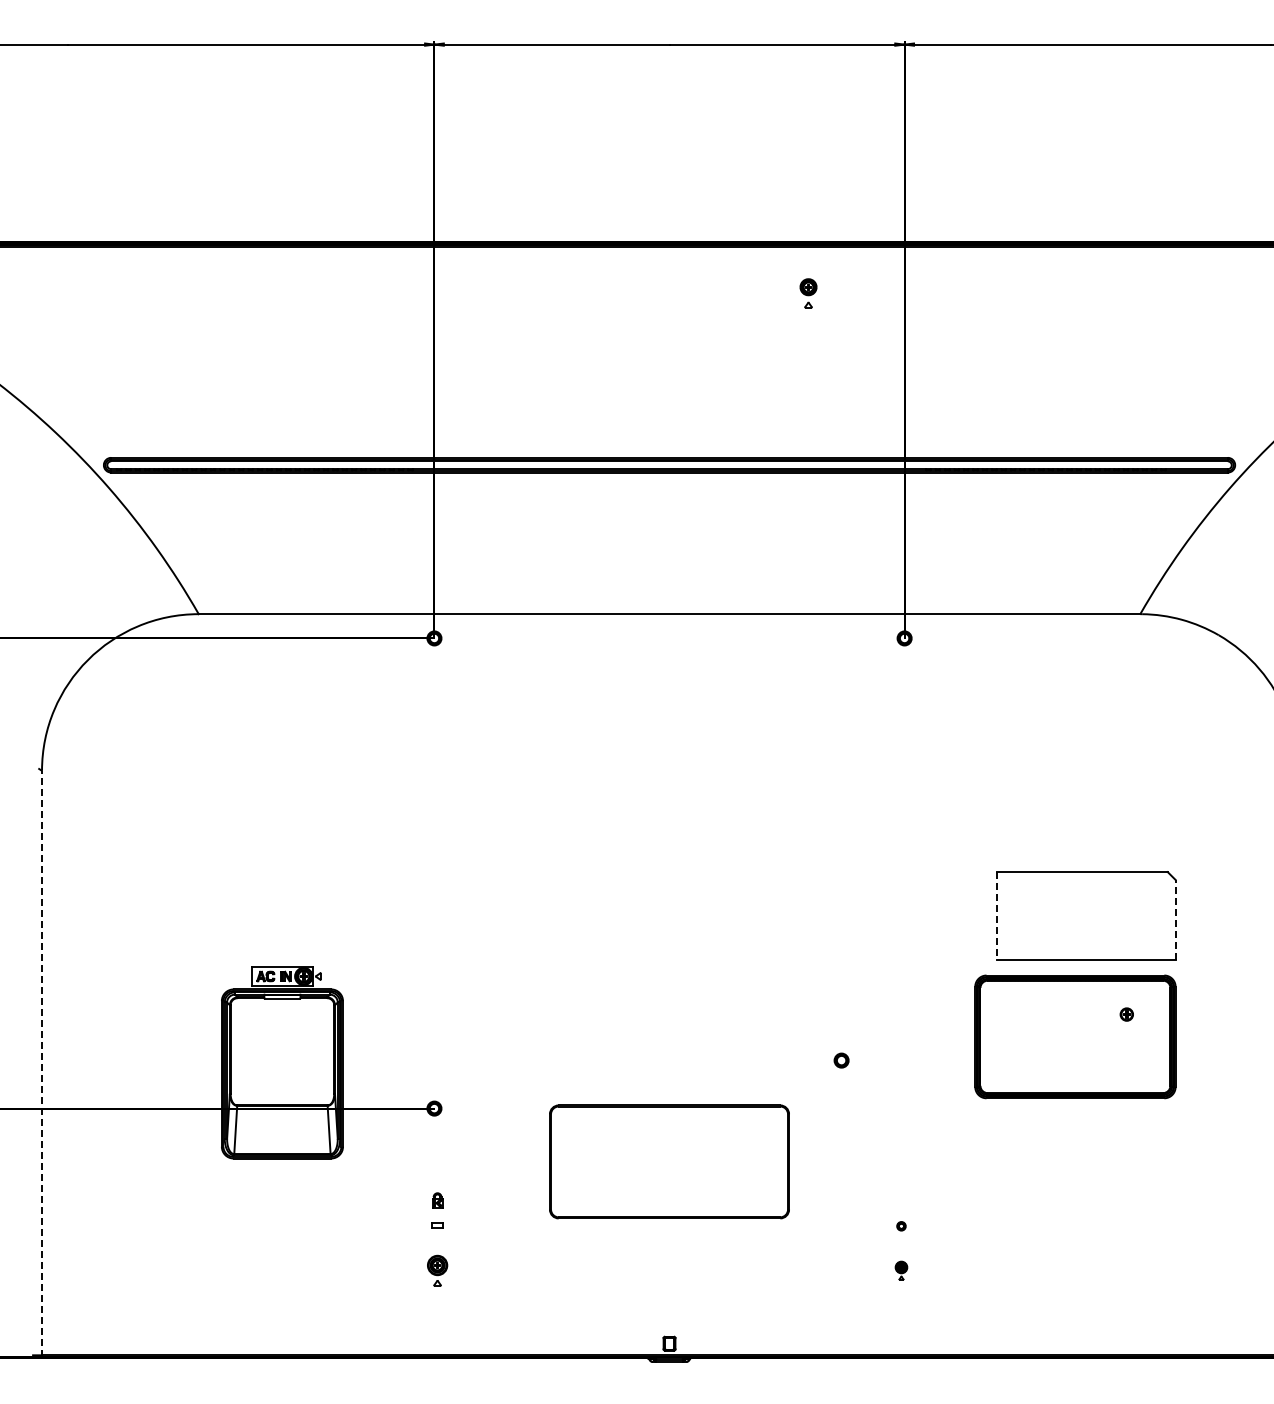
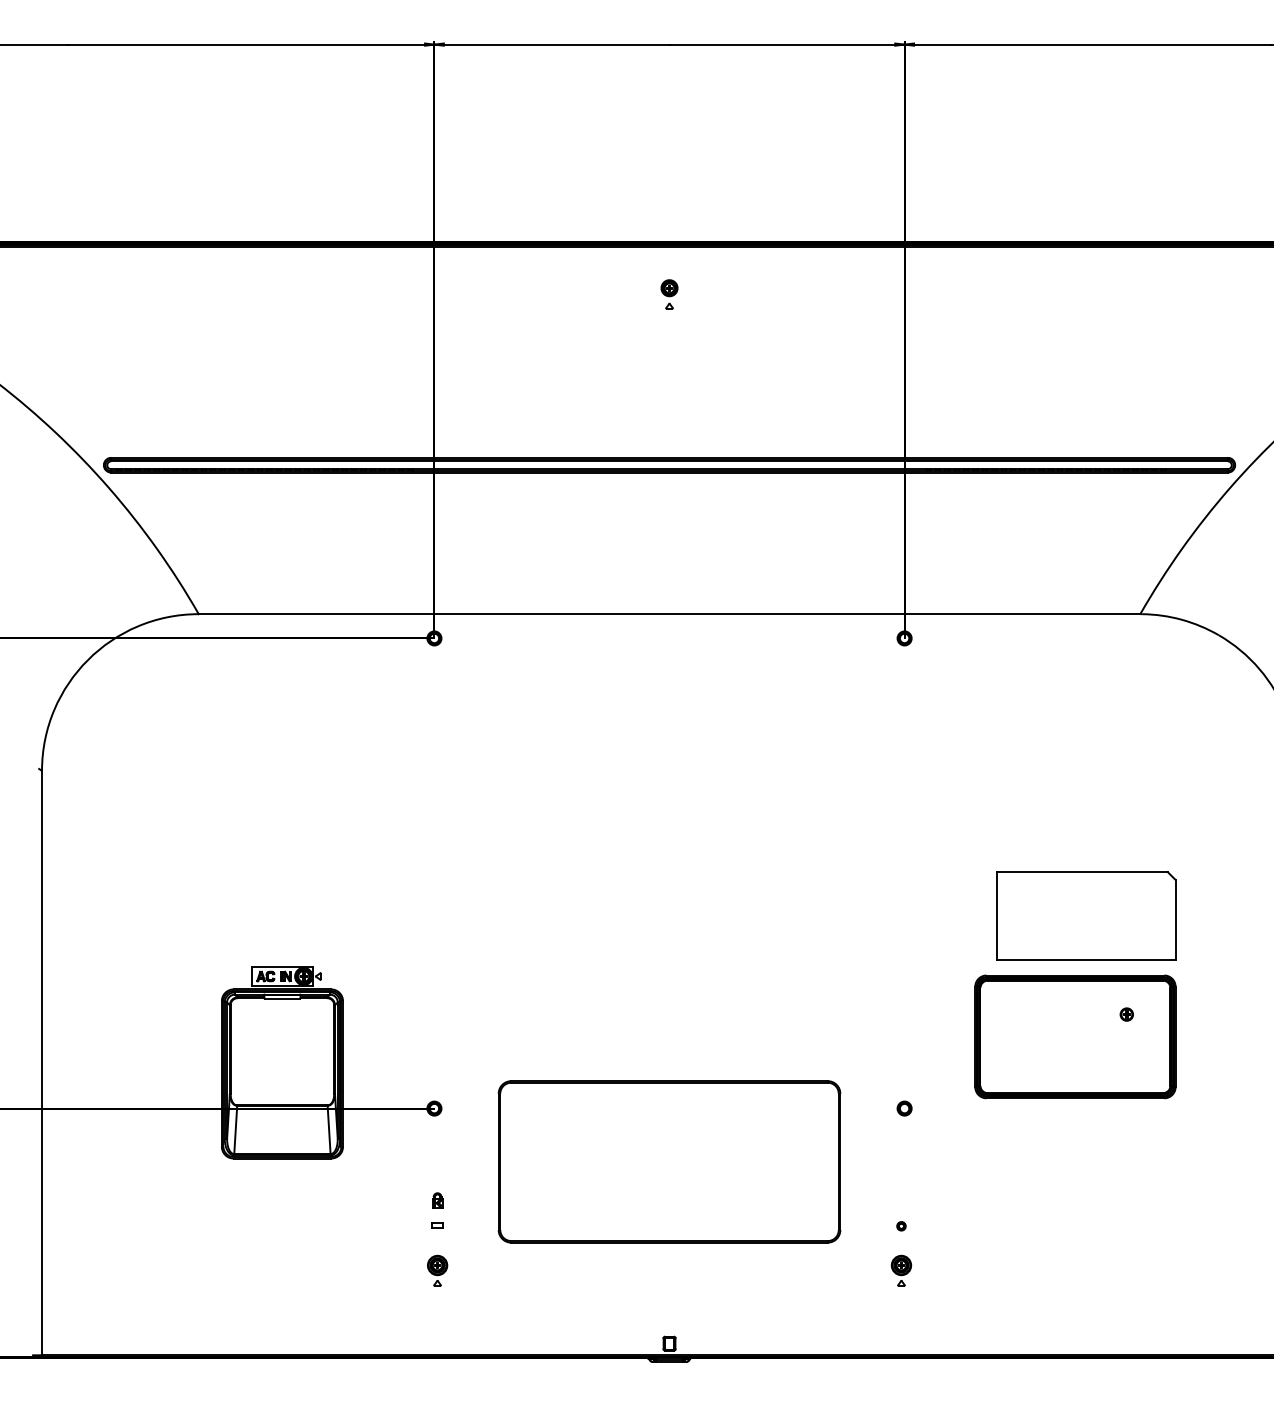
part at (808, 293) position: (808, 293) -> (669, 294)
line at (996, 915): dashed -> solid
line at (1175, 919): dashed -> solid
part at (841, 1060) position: (841, 1060) -> (904, 1108)
line at (42, 1063): dashed -> solid
part at (669, 1161) size: 241x116 px -> 345x164 px
part at (901, 1270) size: 15x21 px -> 23x33 px
